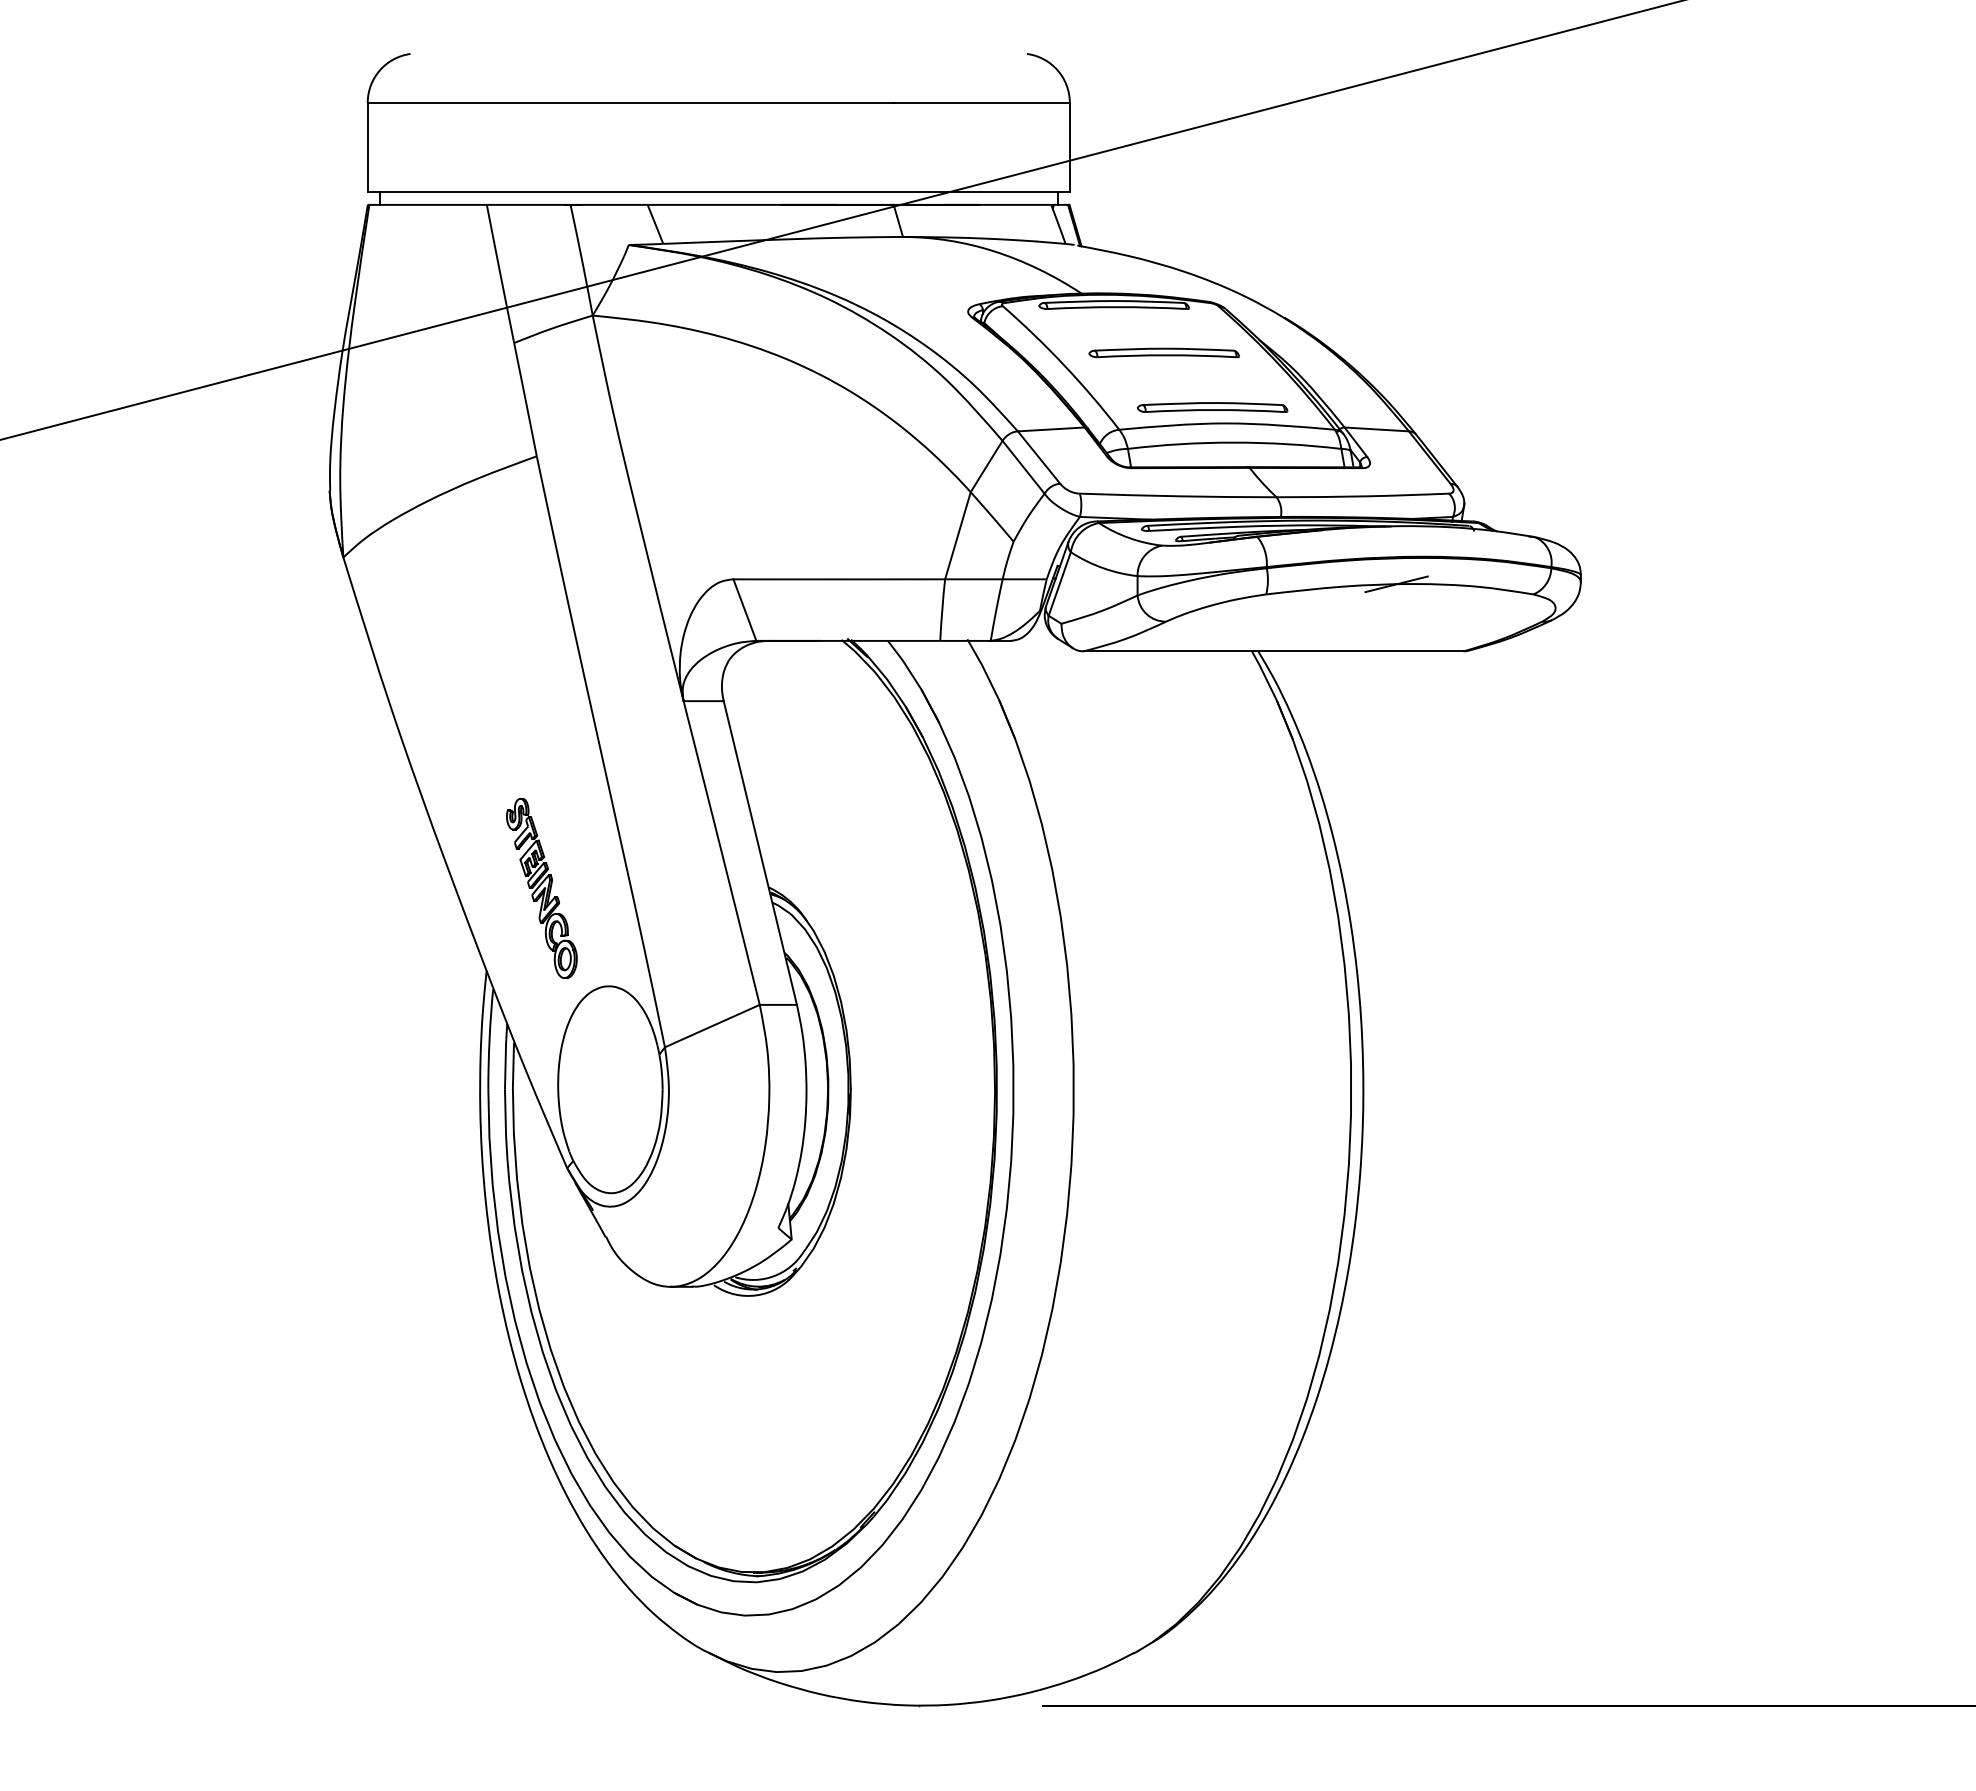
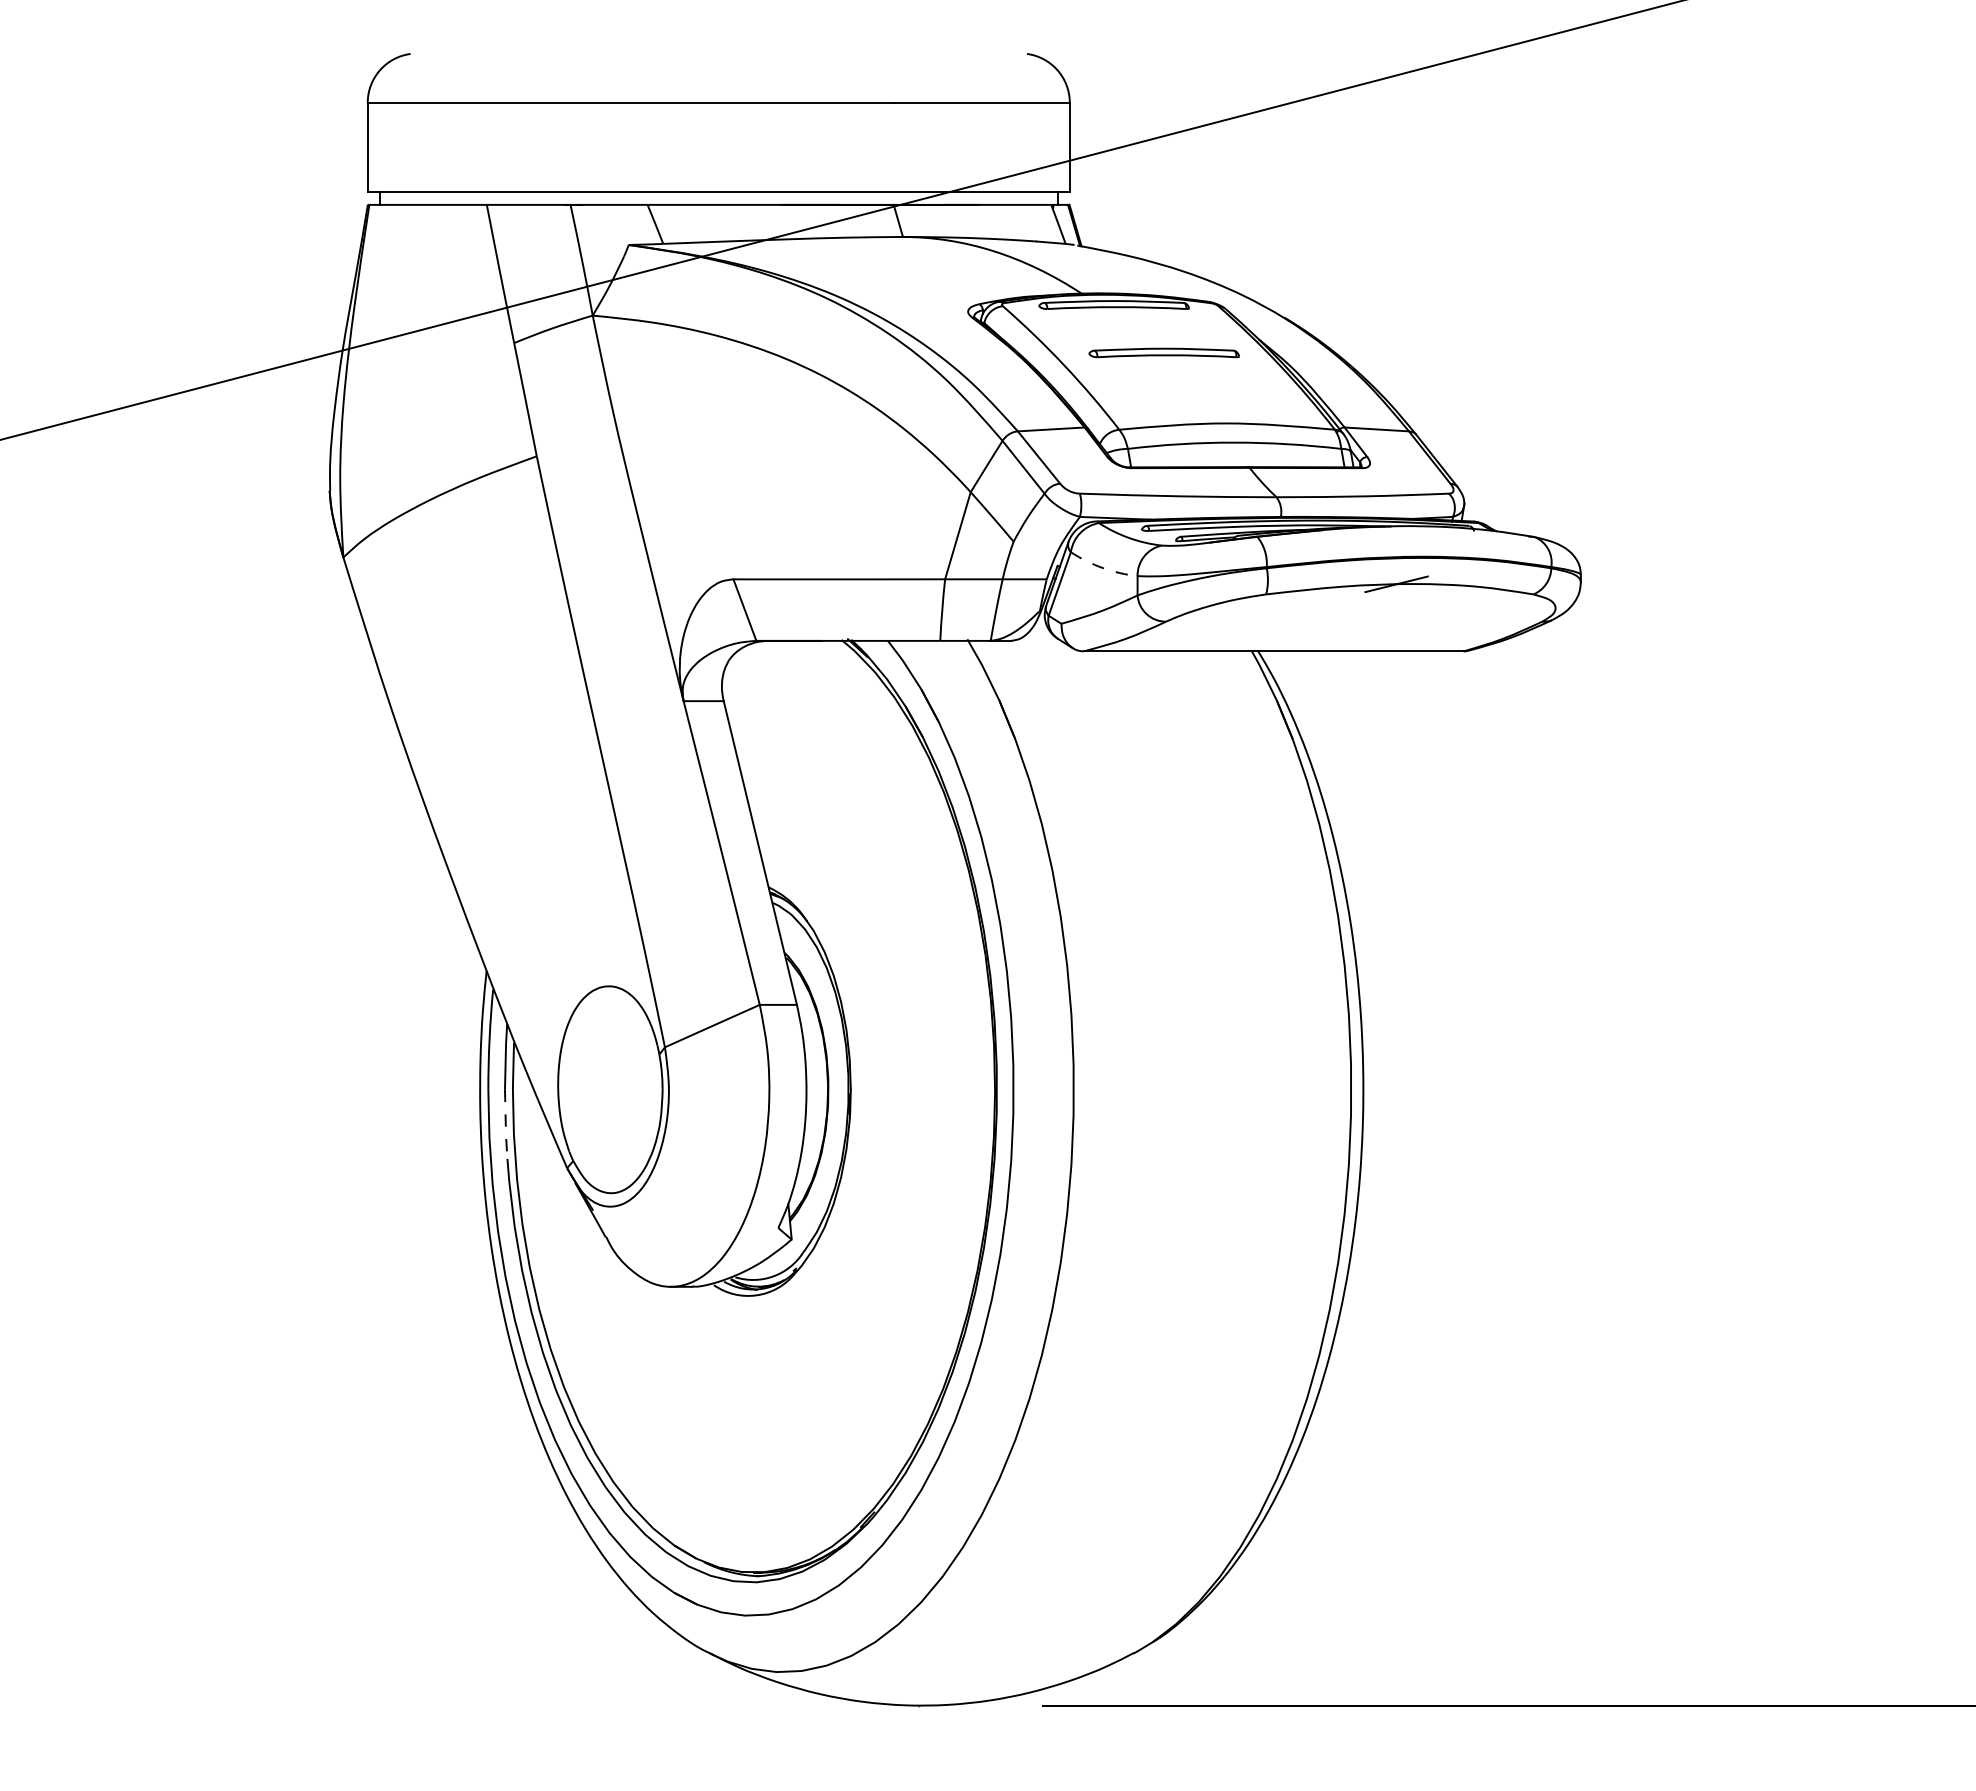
part at (1212, 407): present -> none
arc at (1102, 568): solid -> dashed
part at (541, 888): present -> none
line at (505, 1125): solid -> dashed
